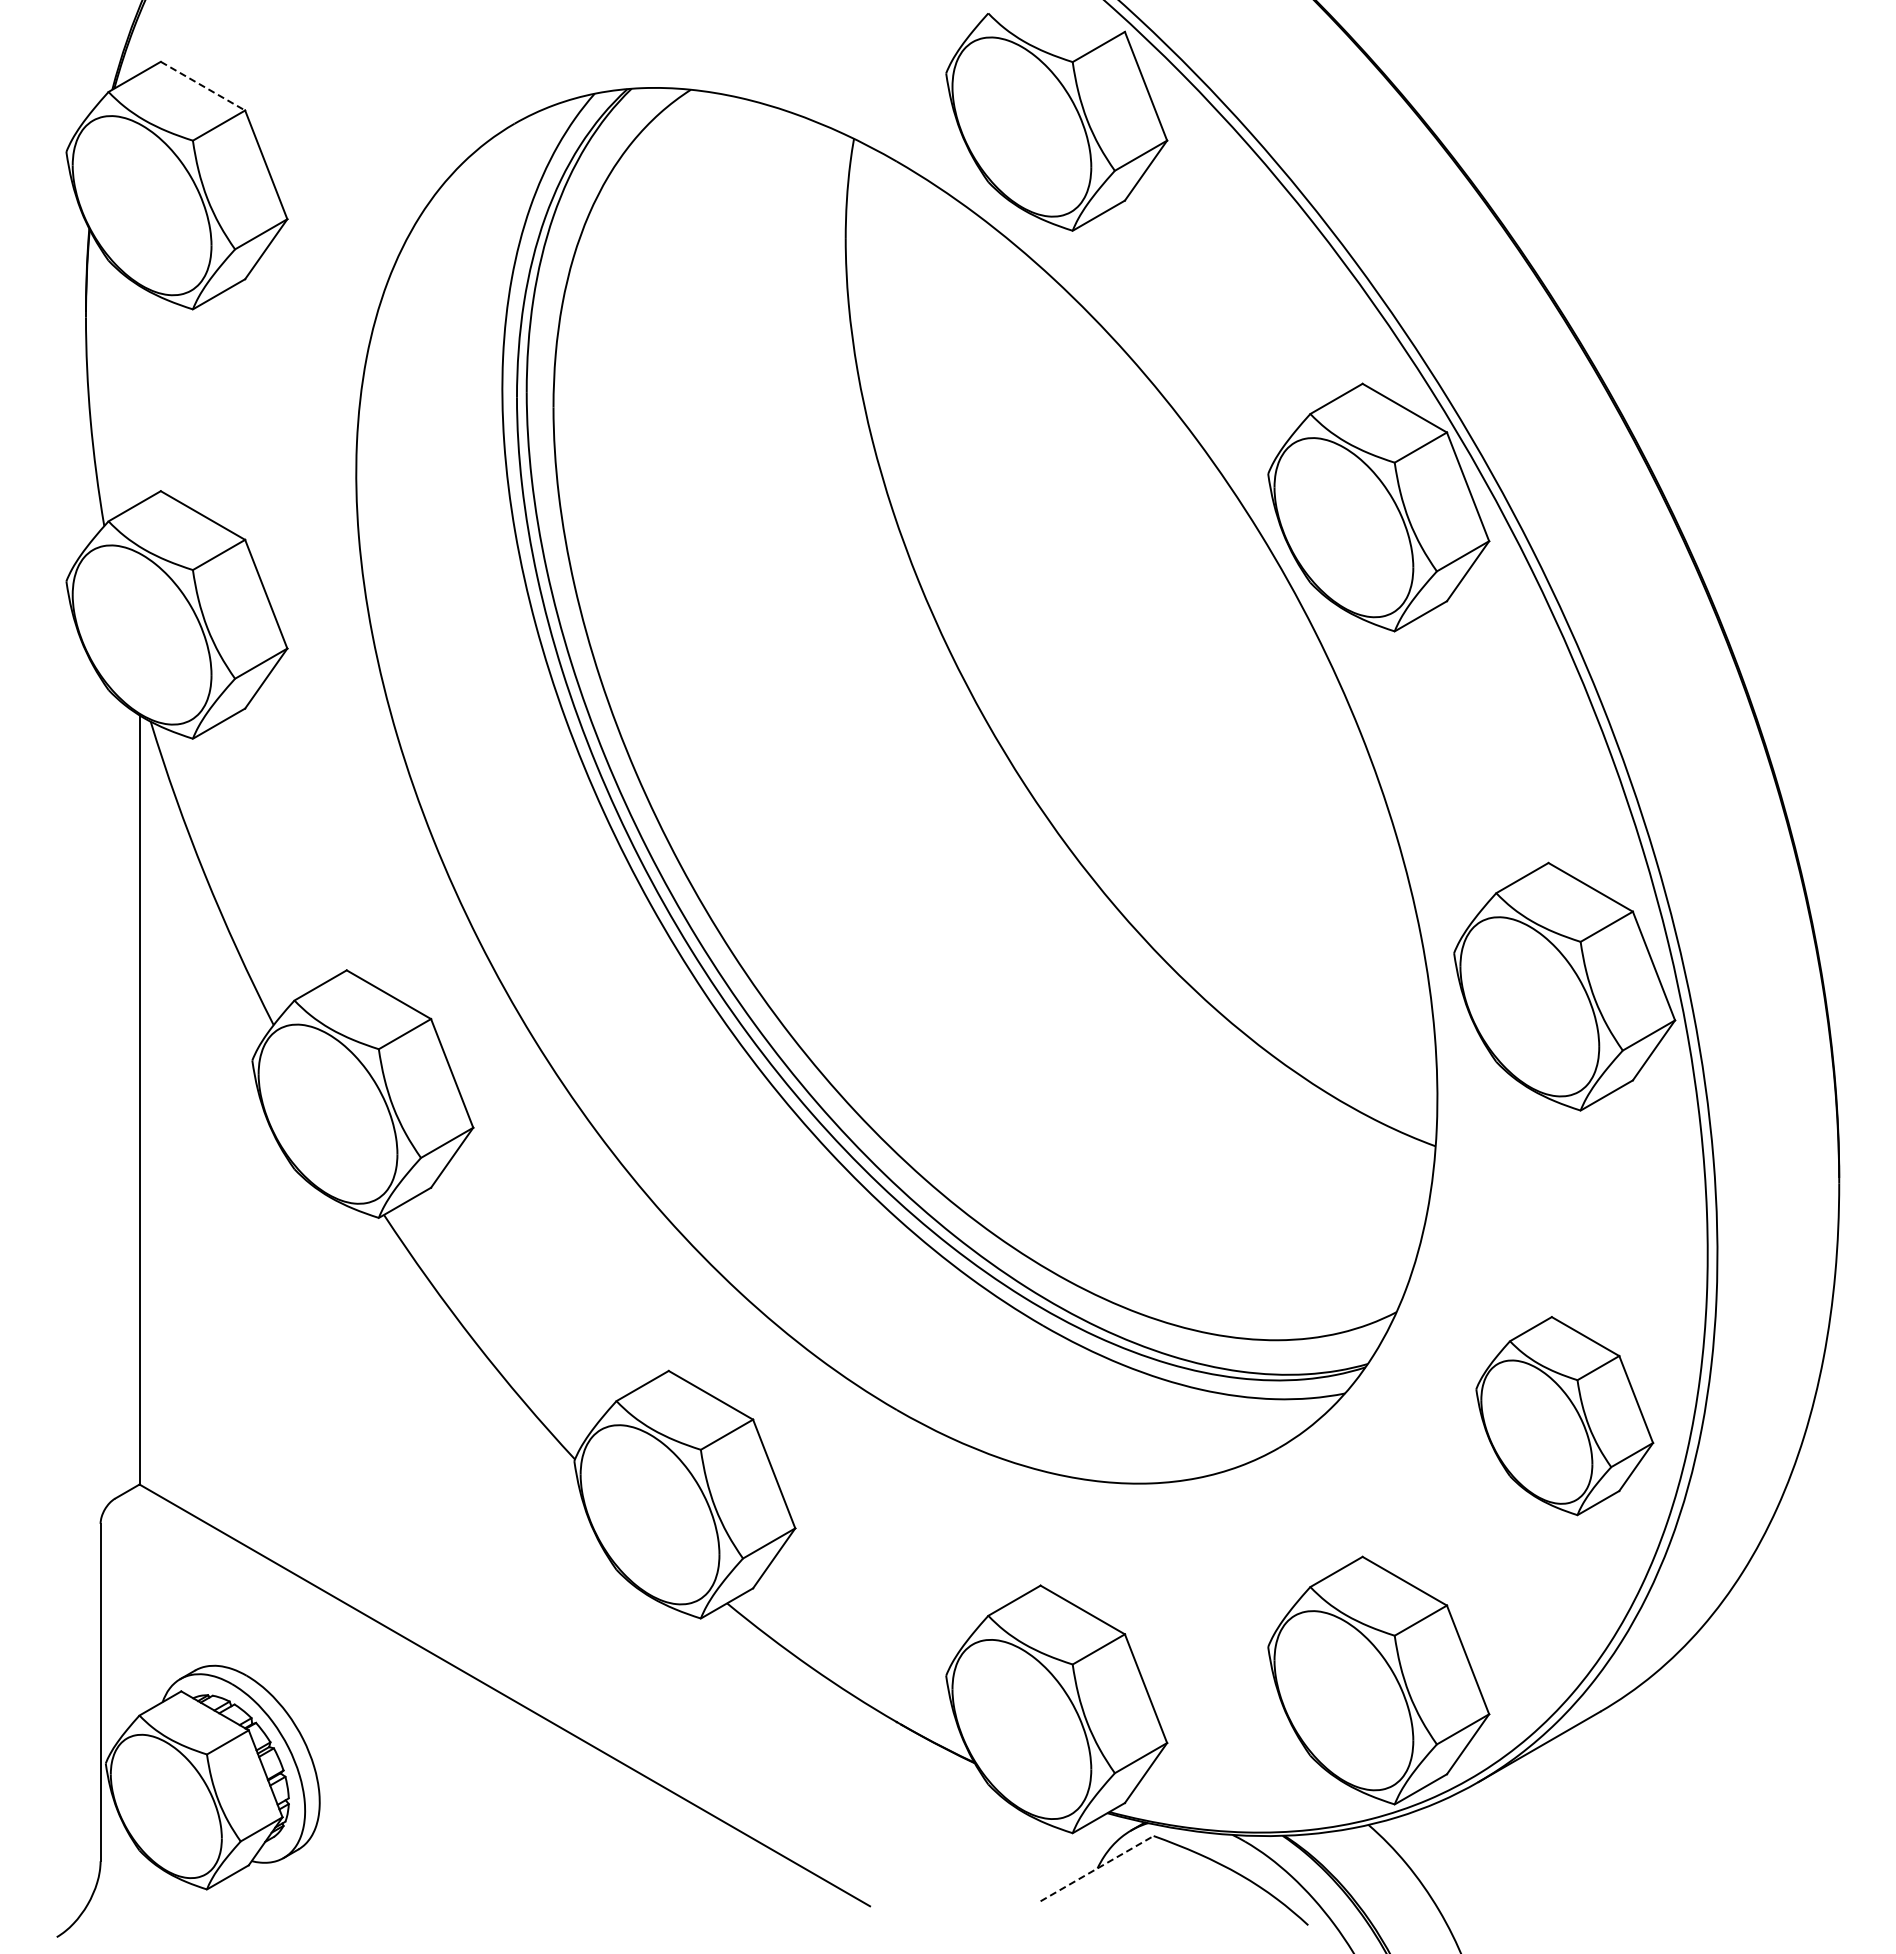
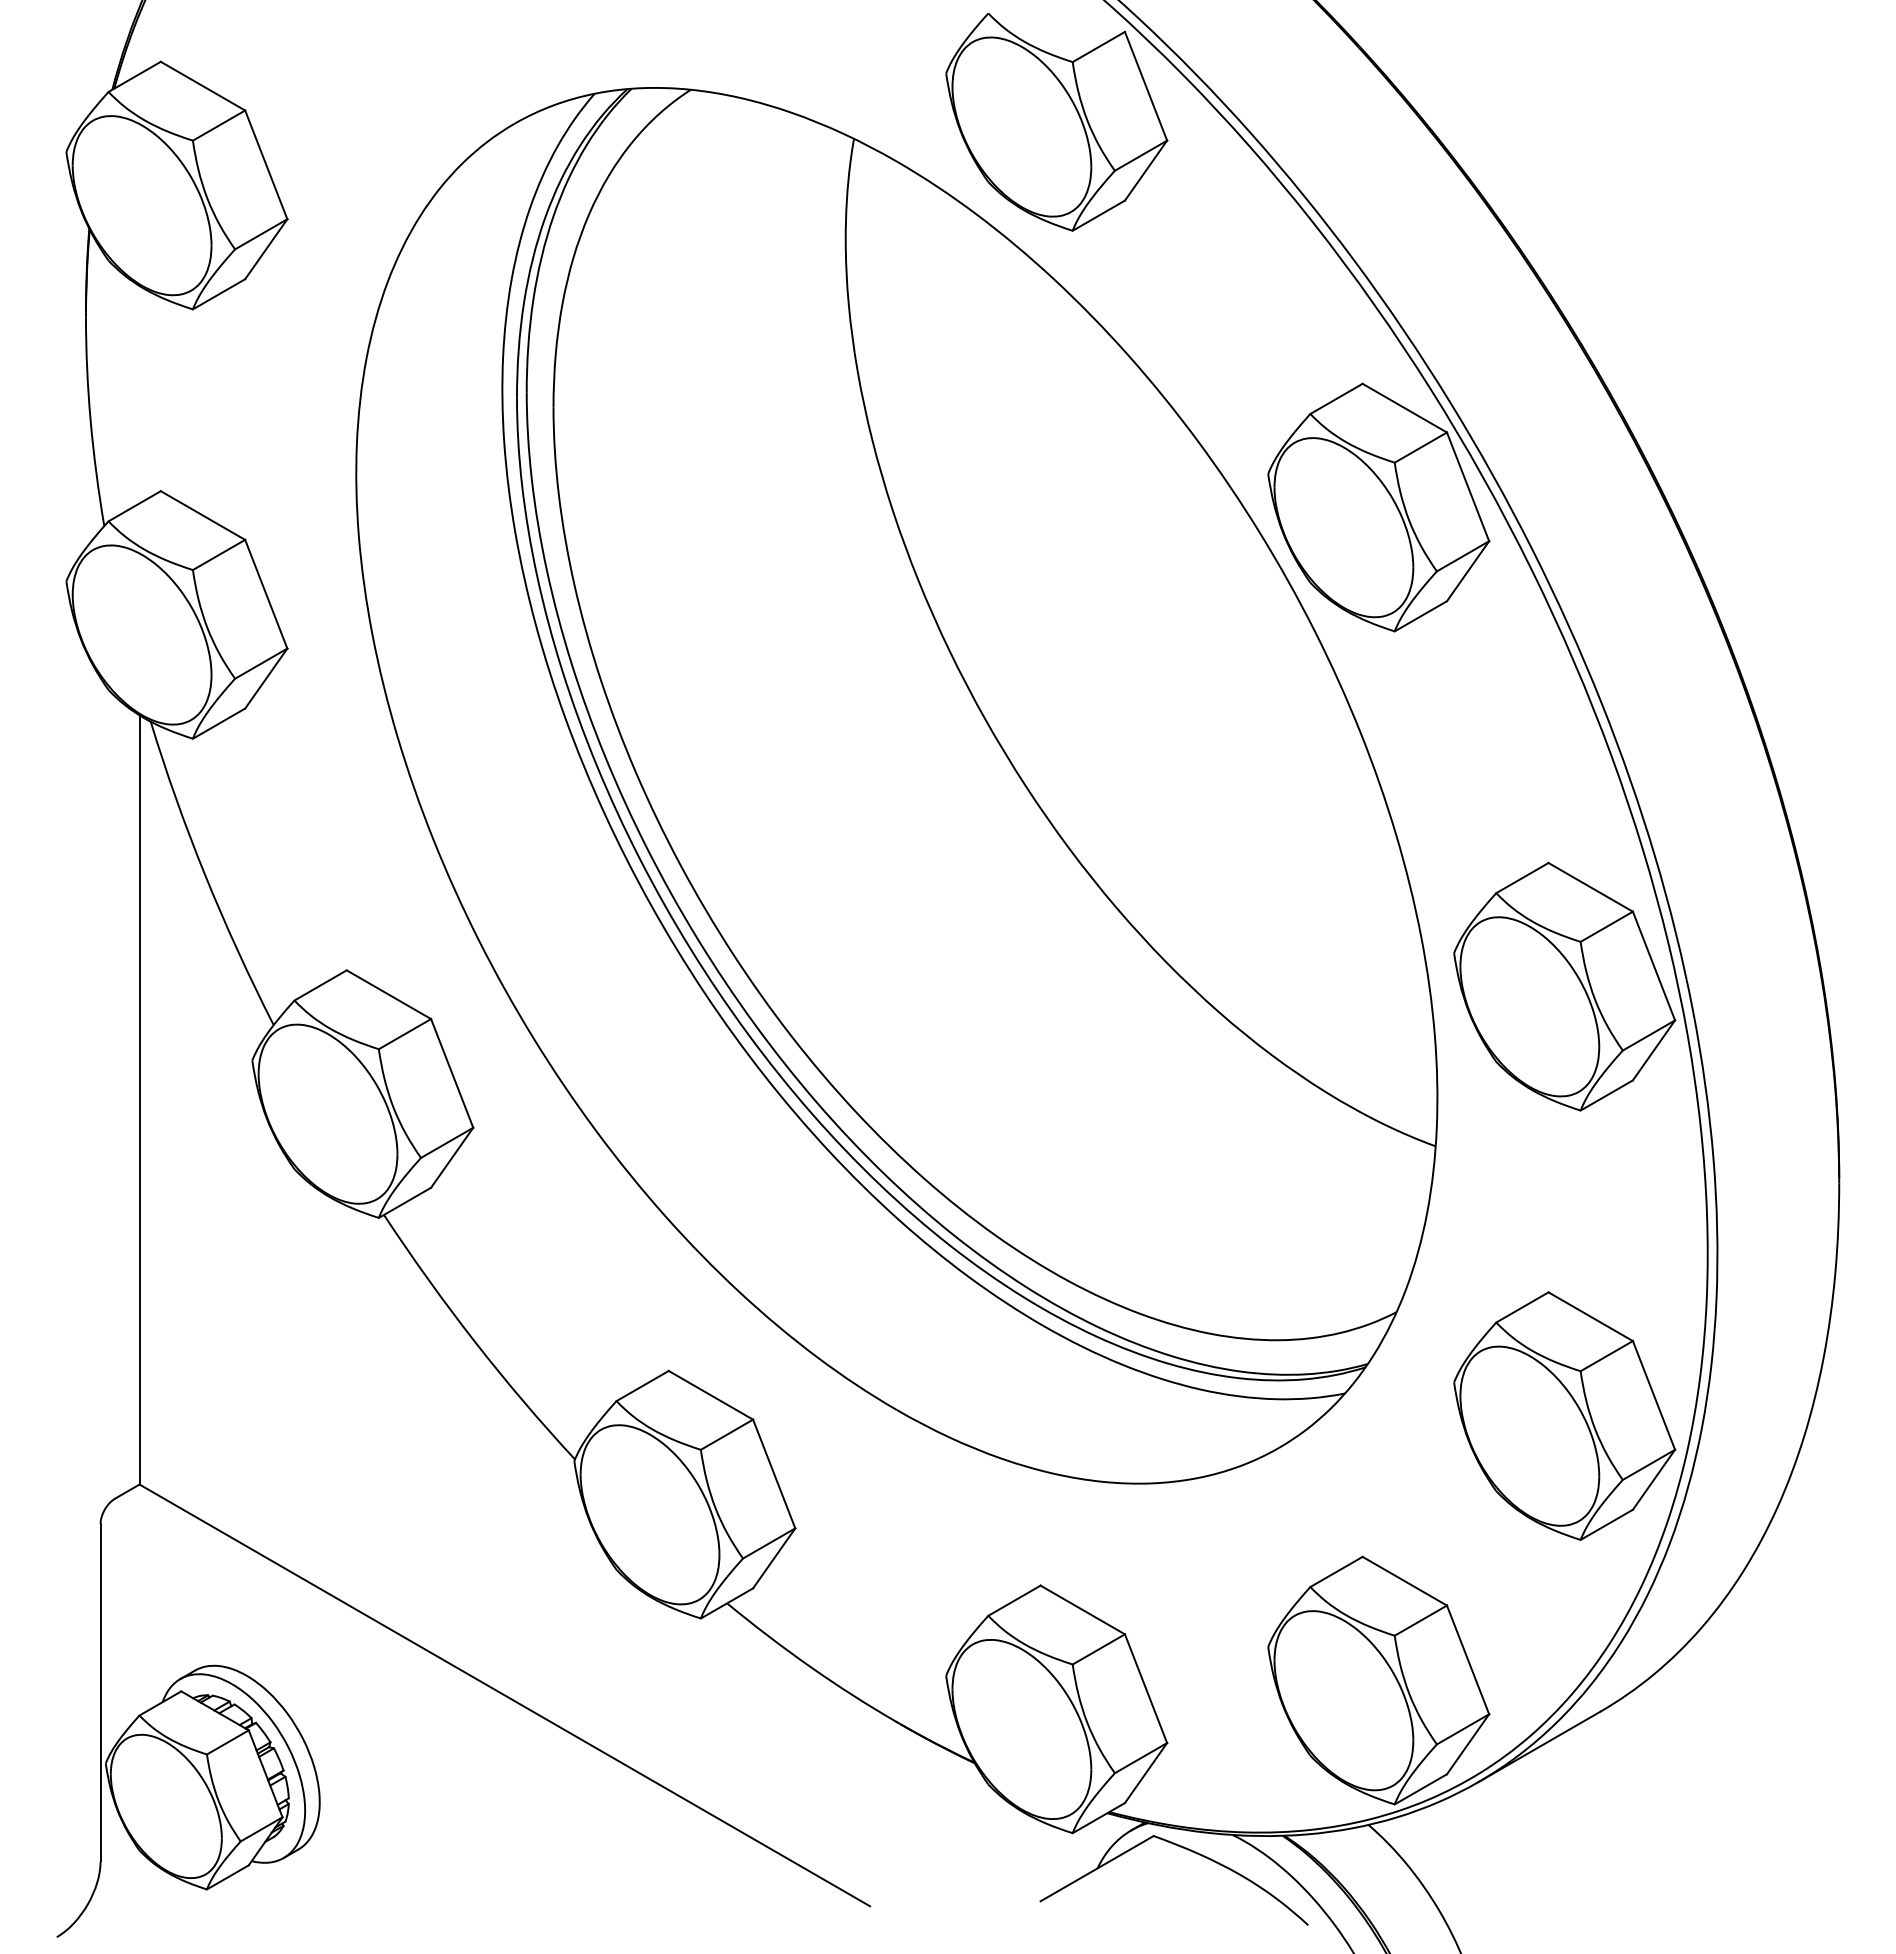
line at (203, 86): dashed -> solid
part at (1564, 1416) size: 180x201 px -> 224x250 px
line at (1097, 1868): dashed -> solid
